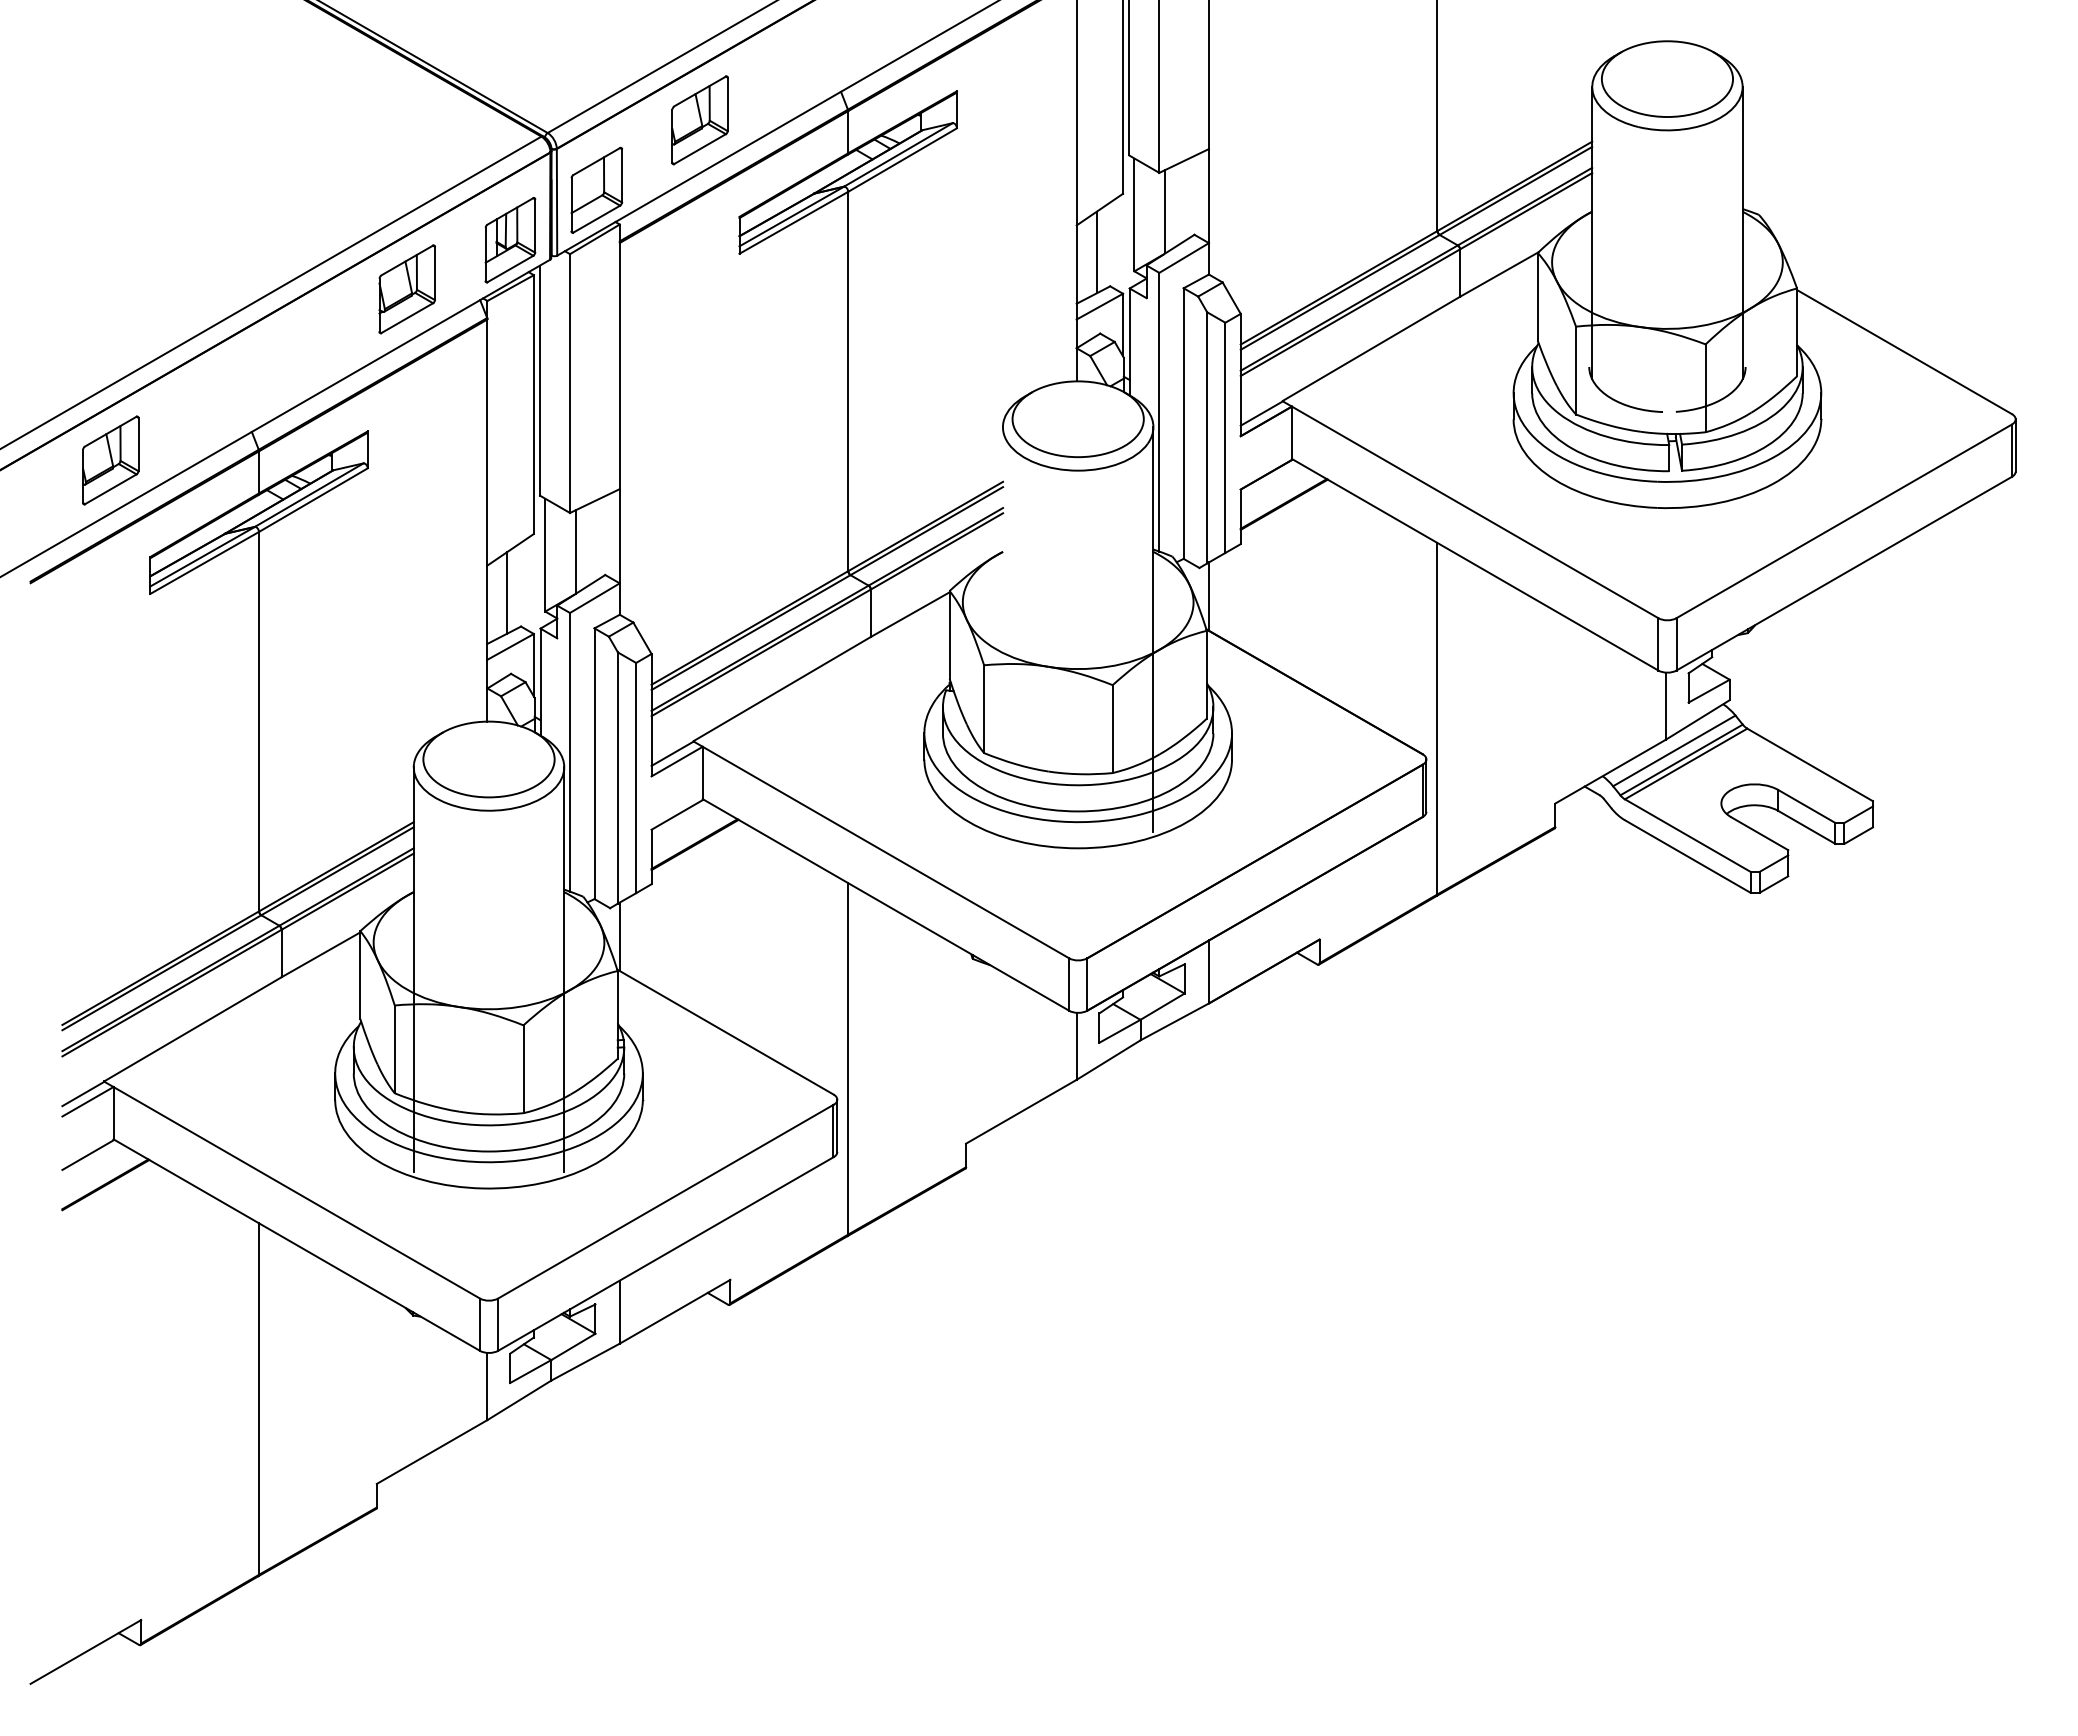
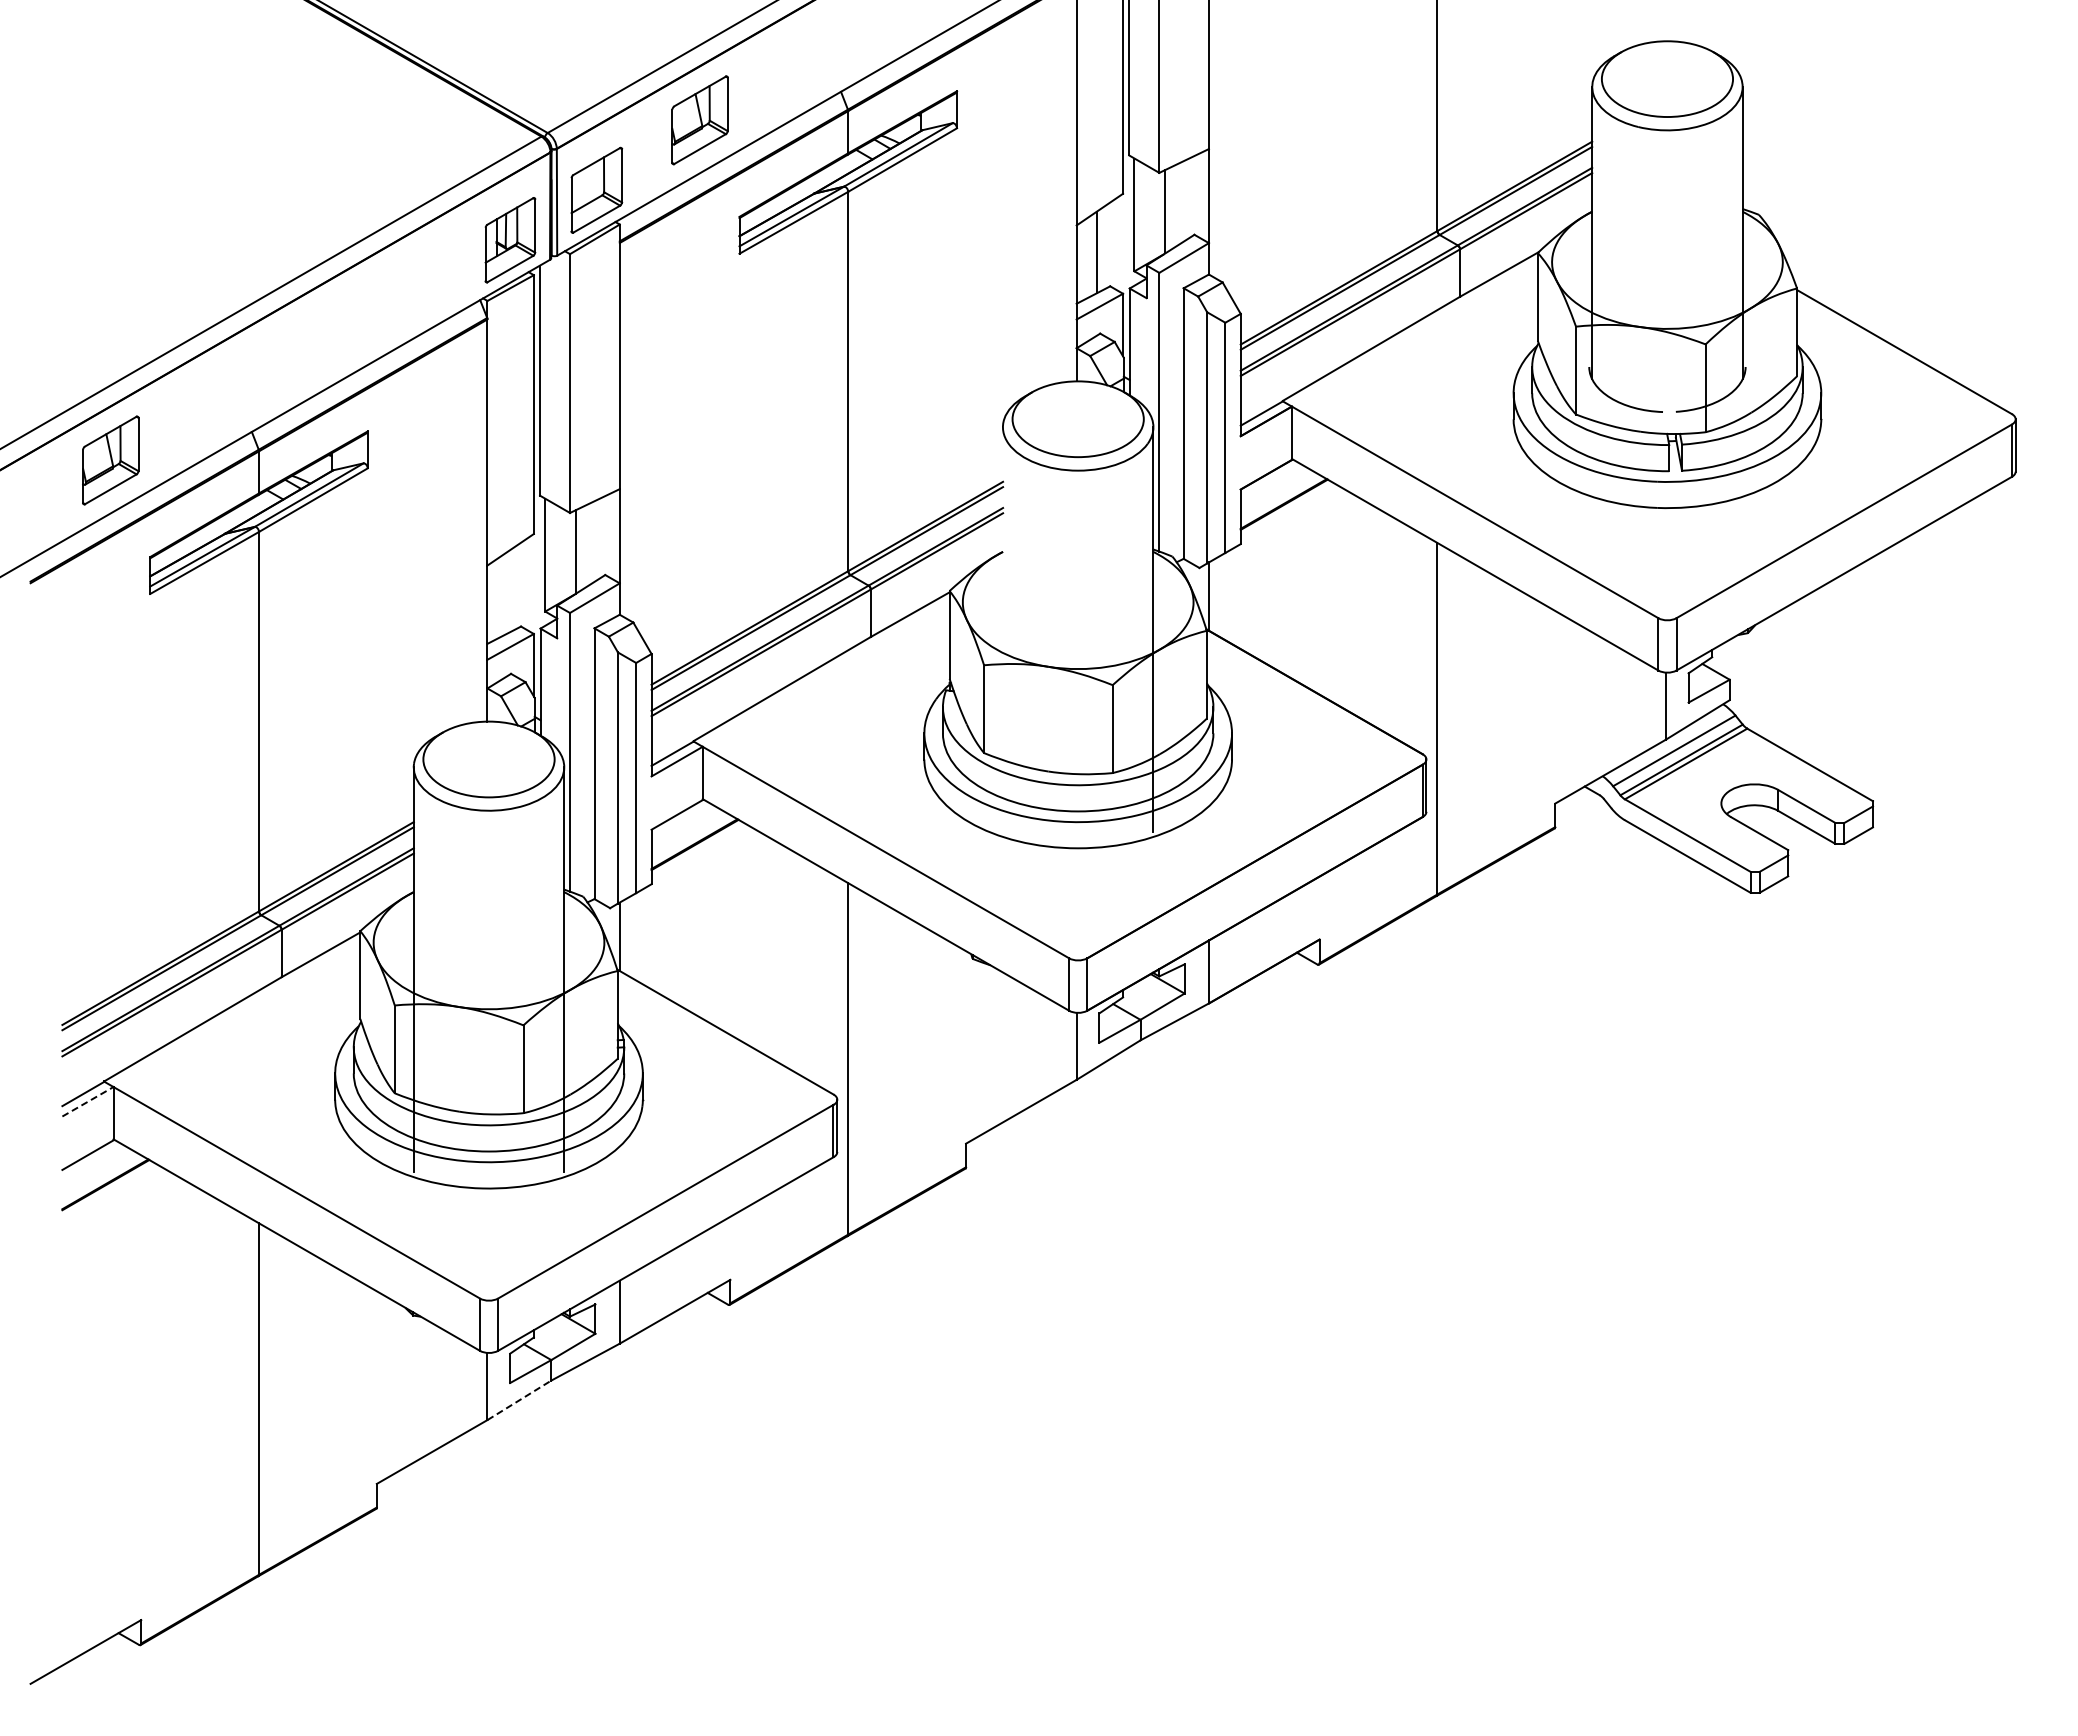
part at (406, 289): present -> none
line at (507, 592): present -> none
line at (87, 1101): solid -> dashed
line at (519, 1400): solid -> dashed
